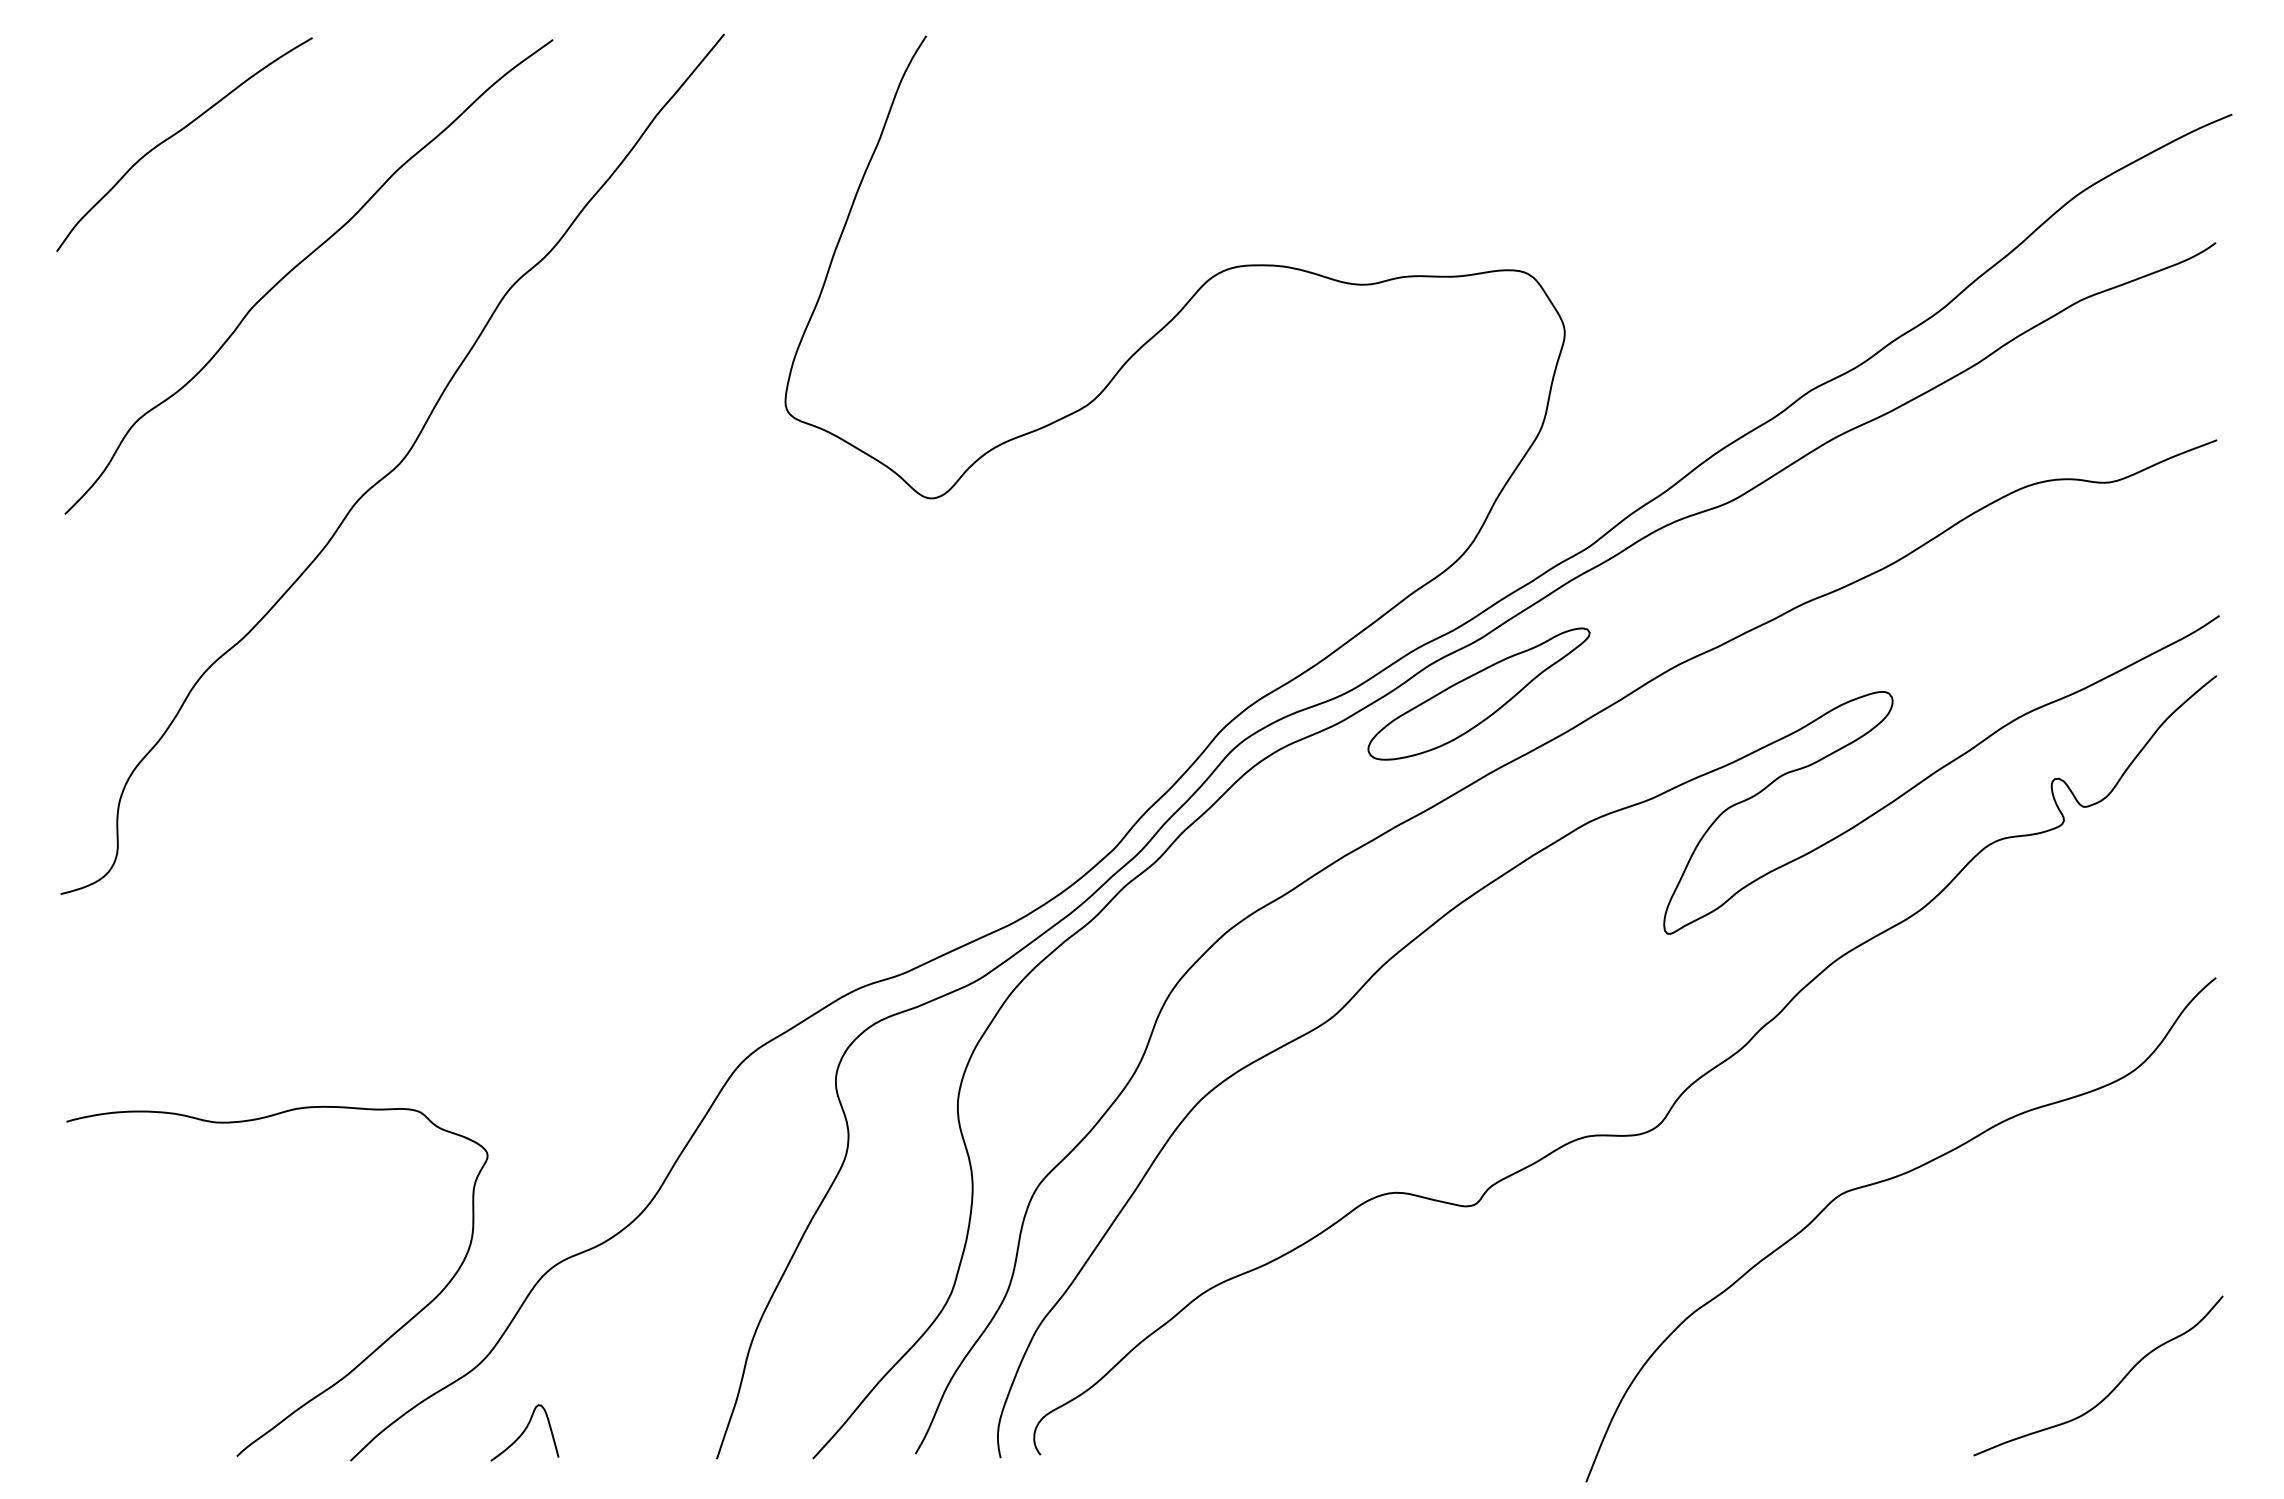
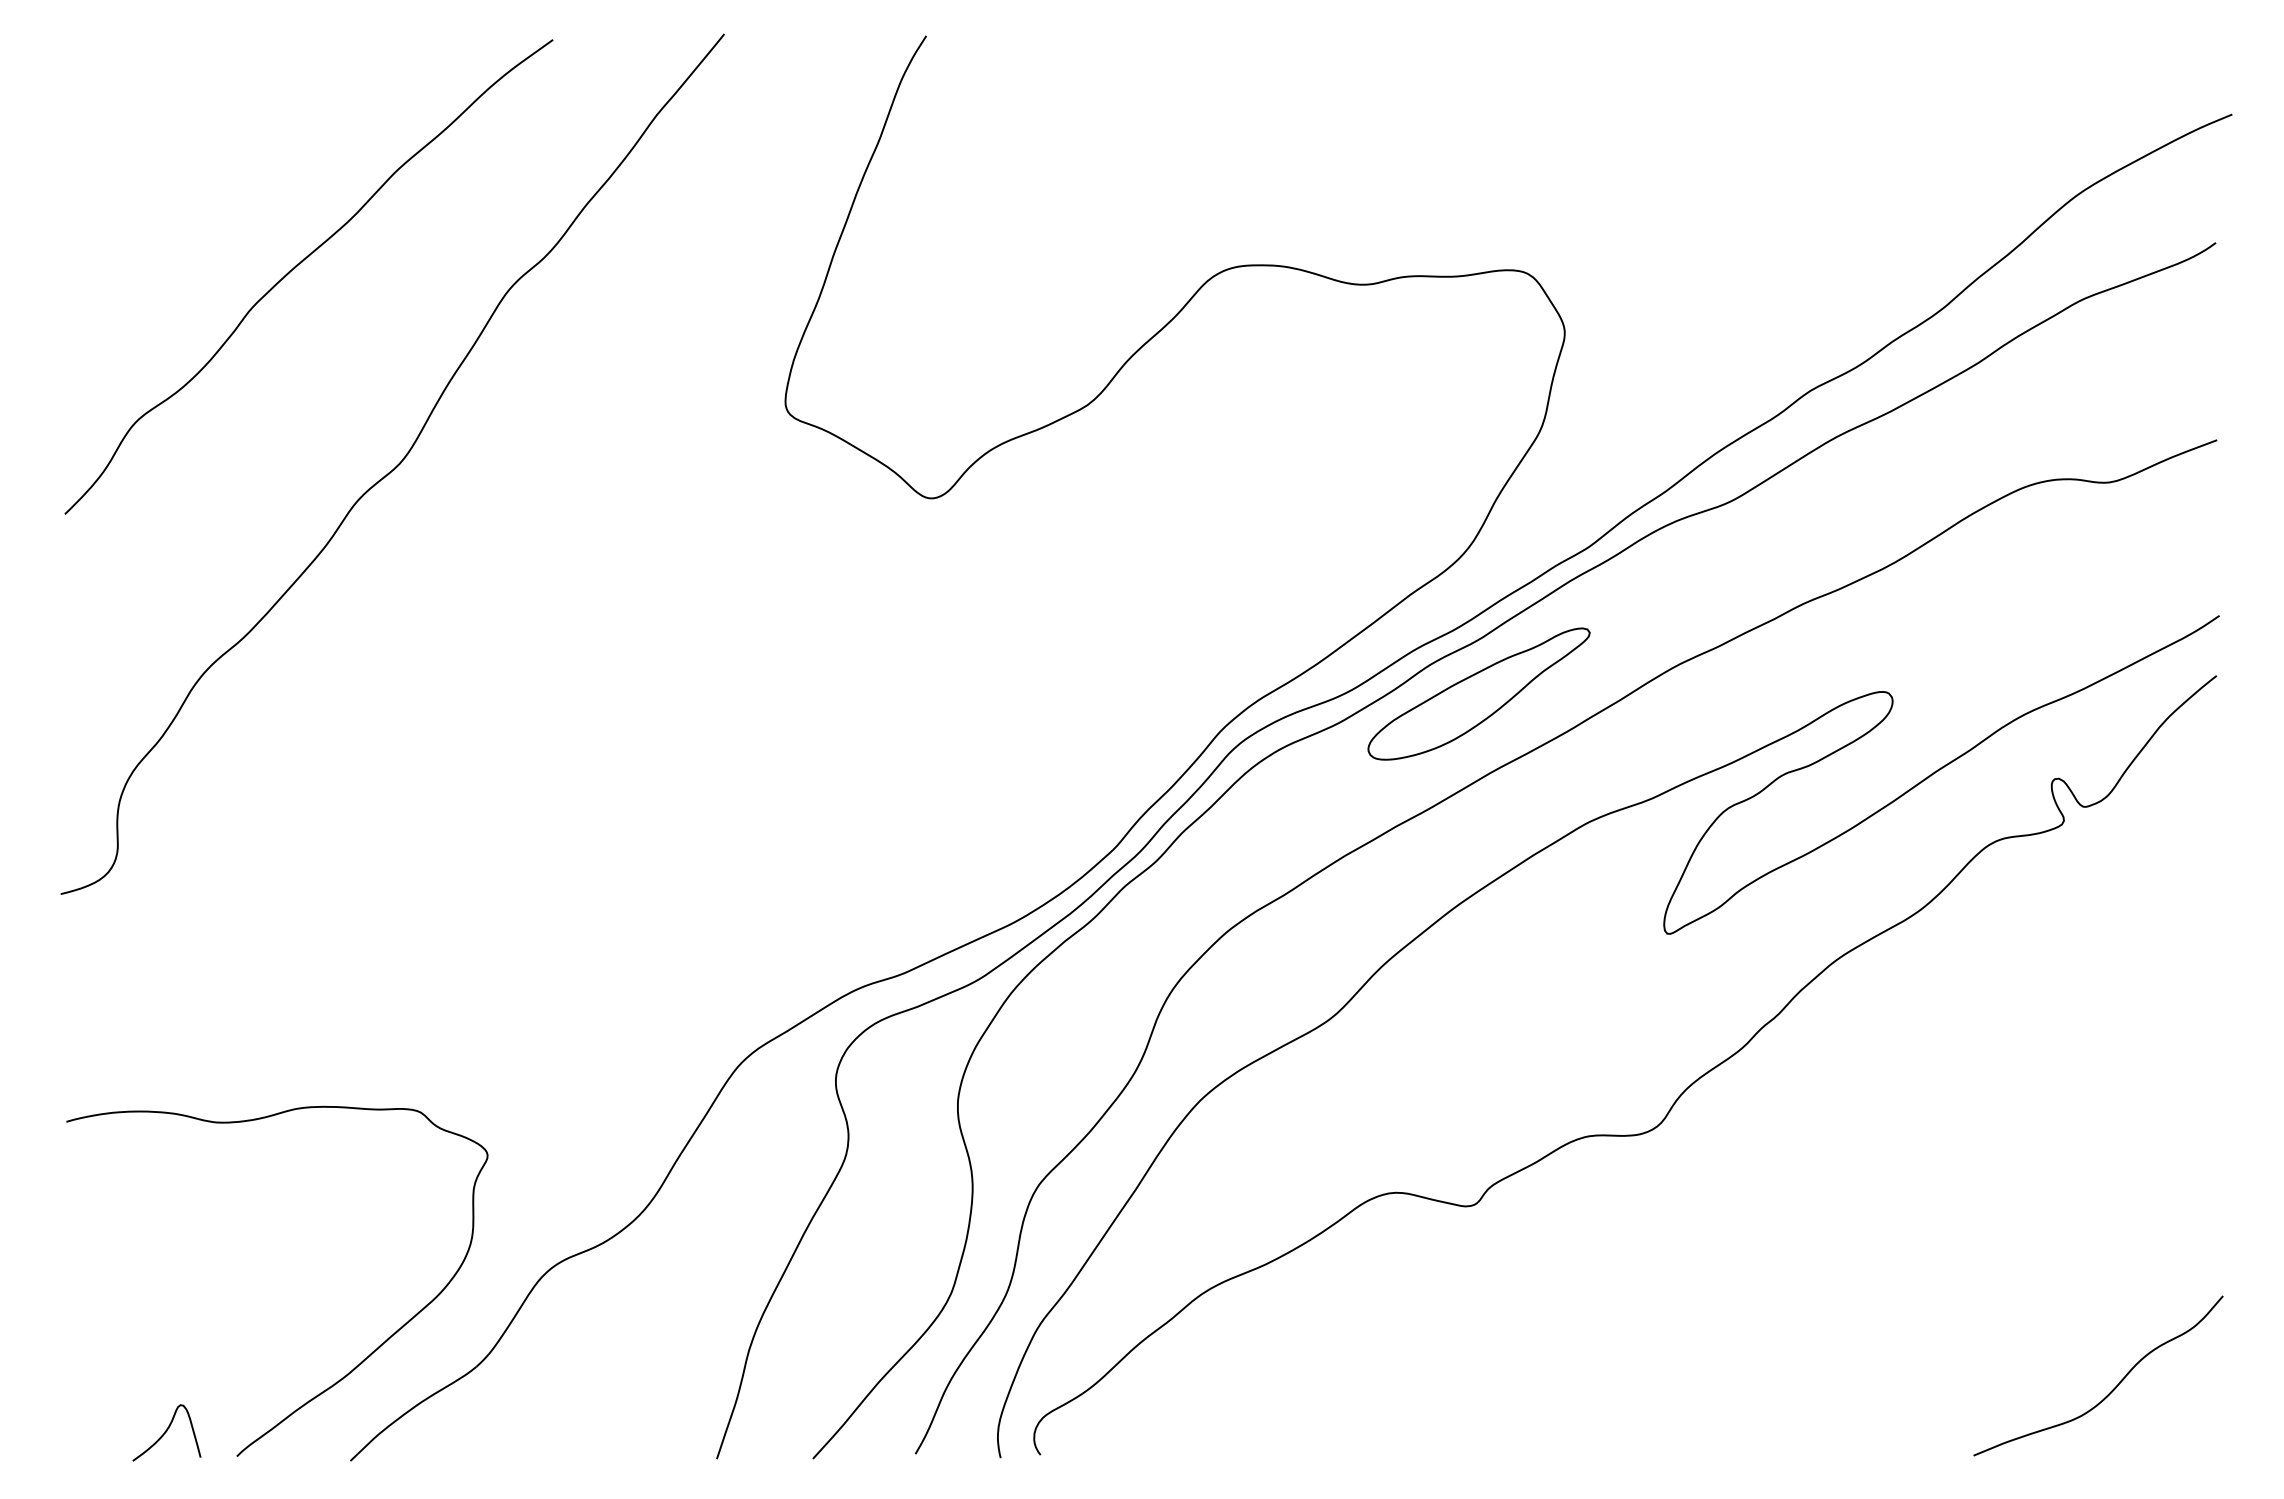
curve at (175, 135): present -> none
curve at (1885, 1181): present -> none
curve at (524, 1432) position: (524, 1432) -> (166, 1432)
